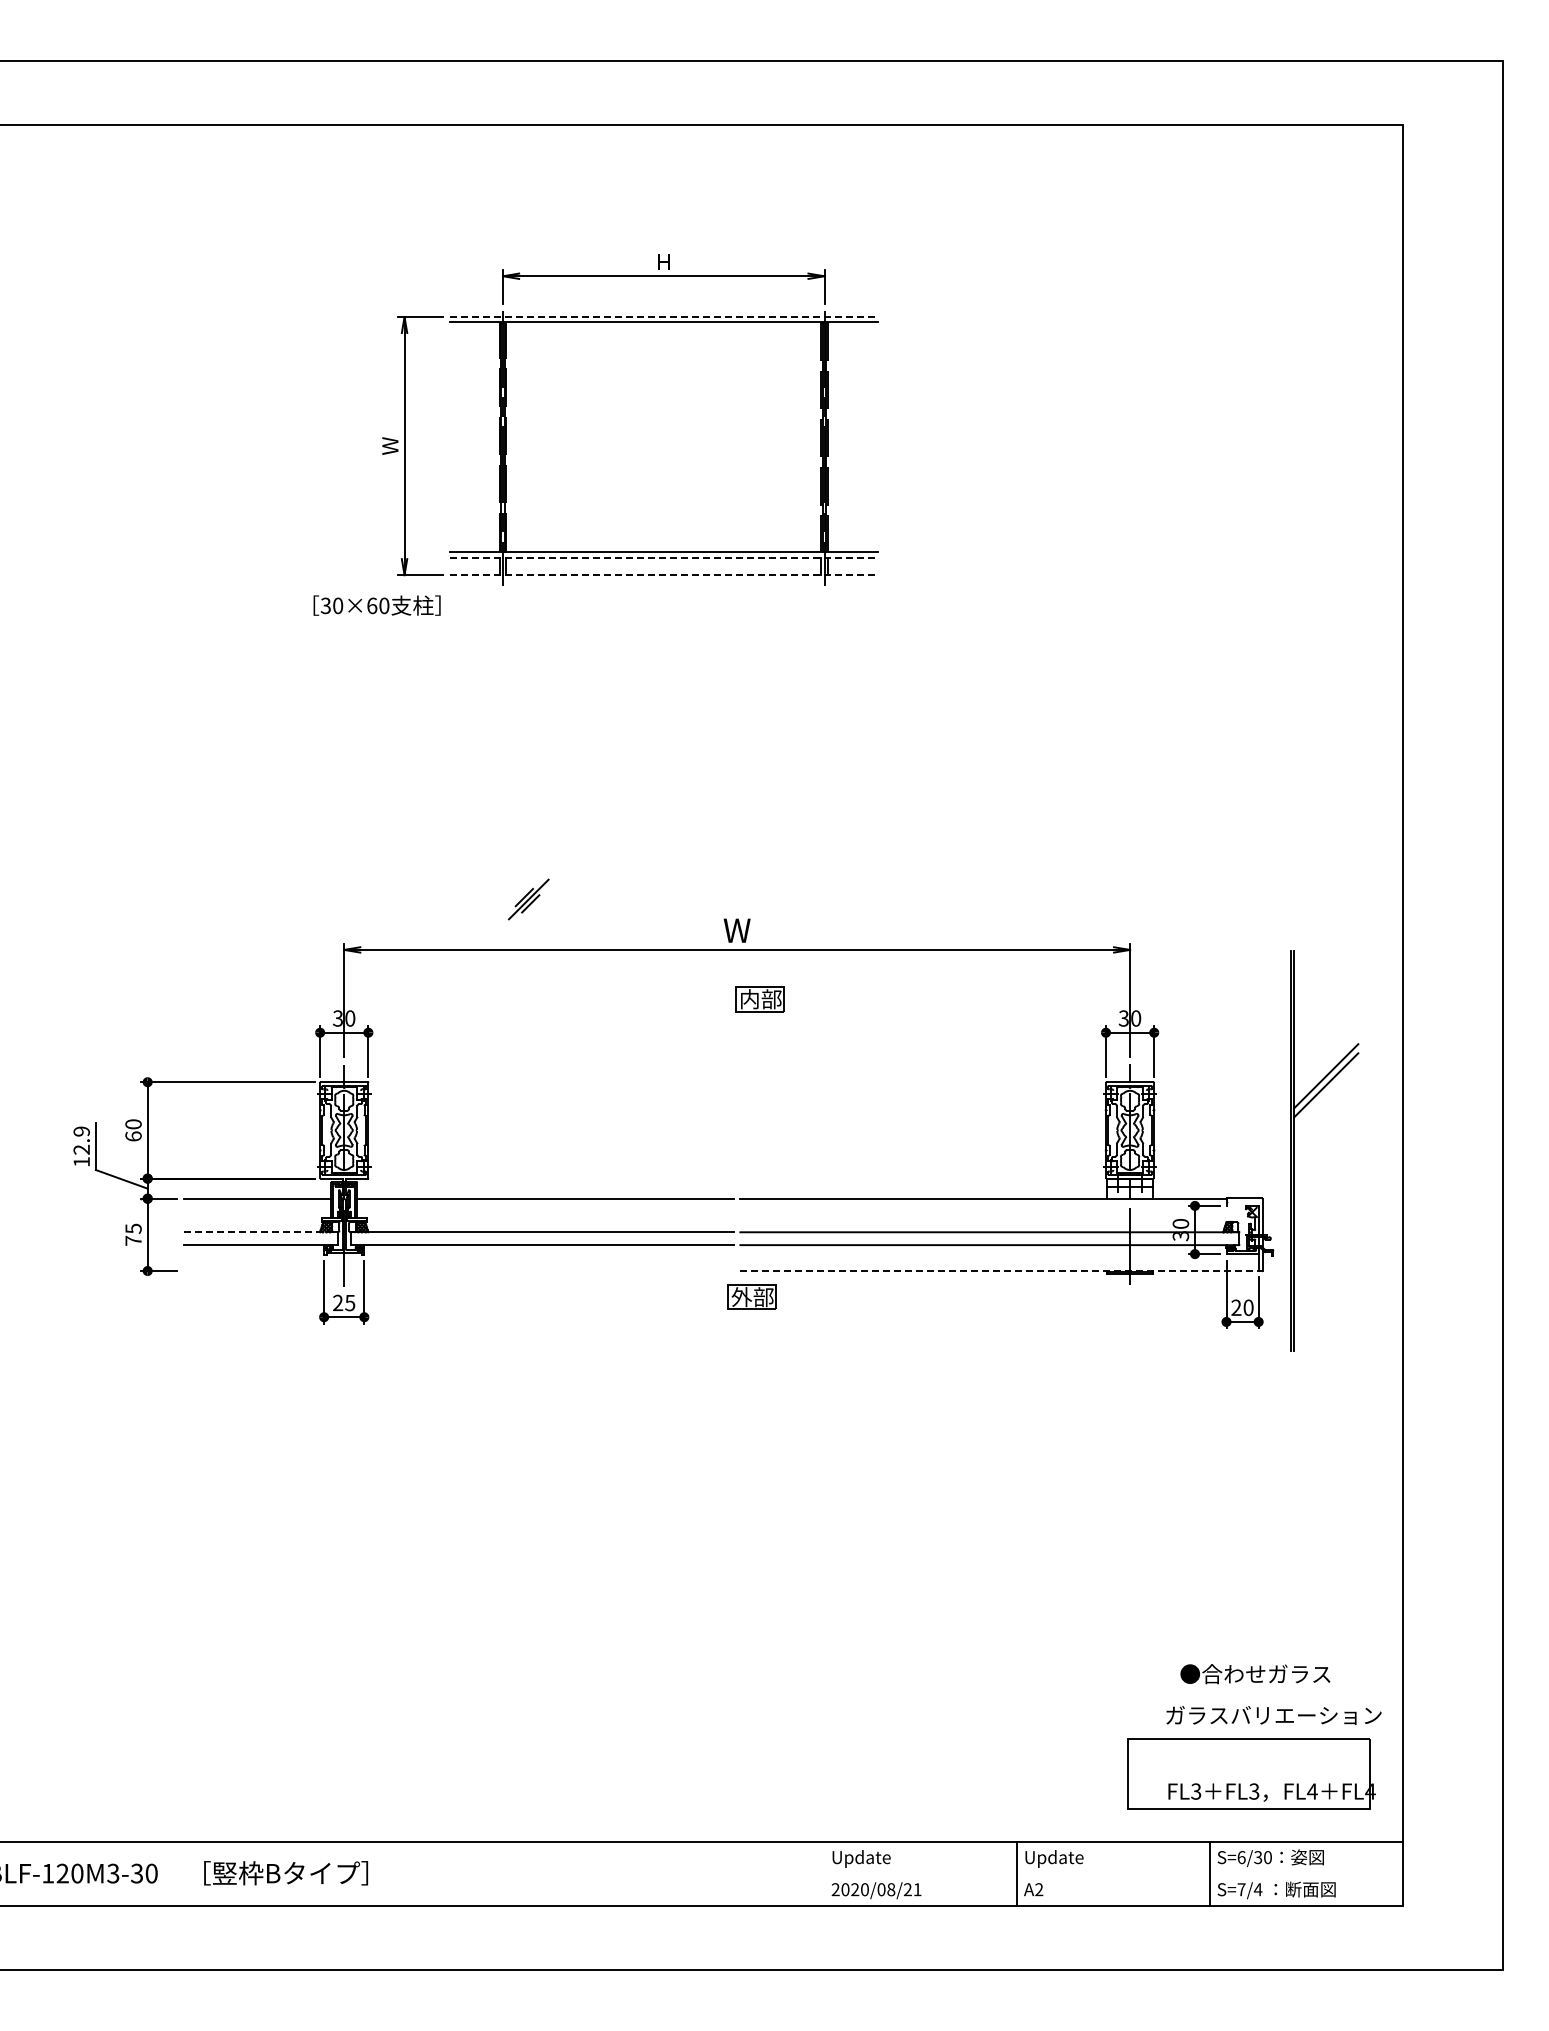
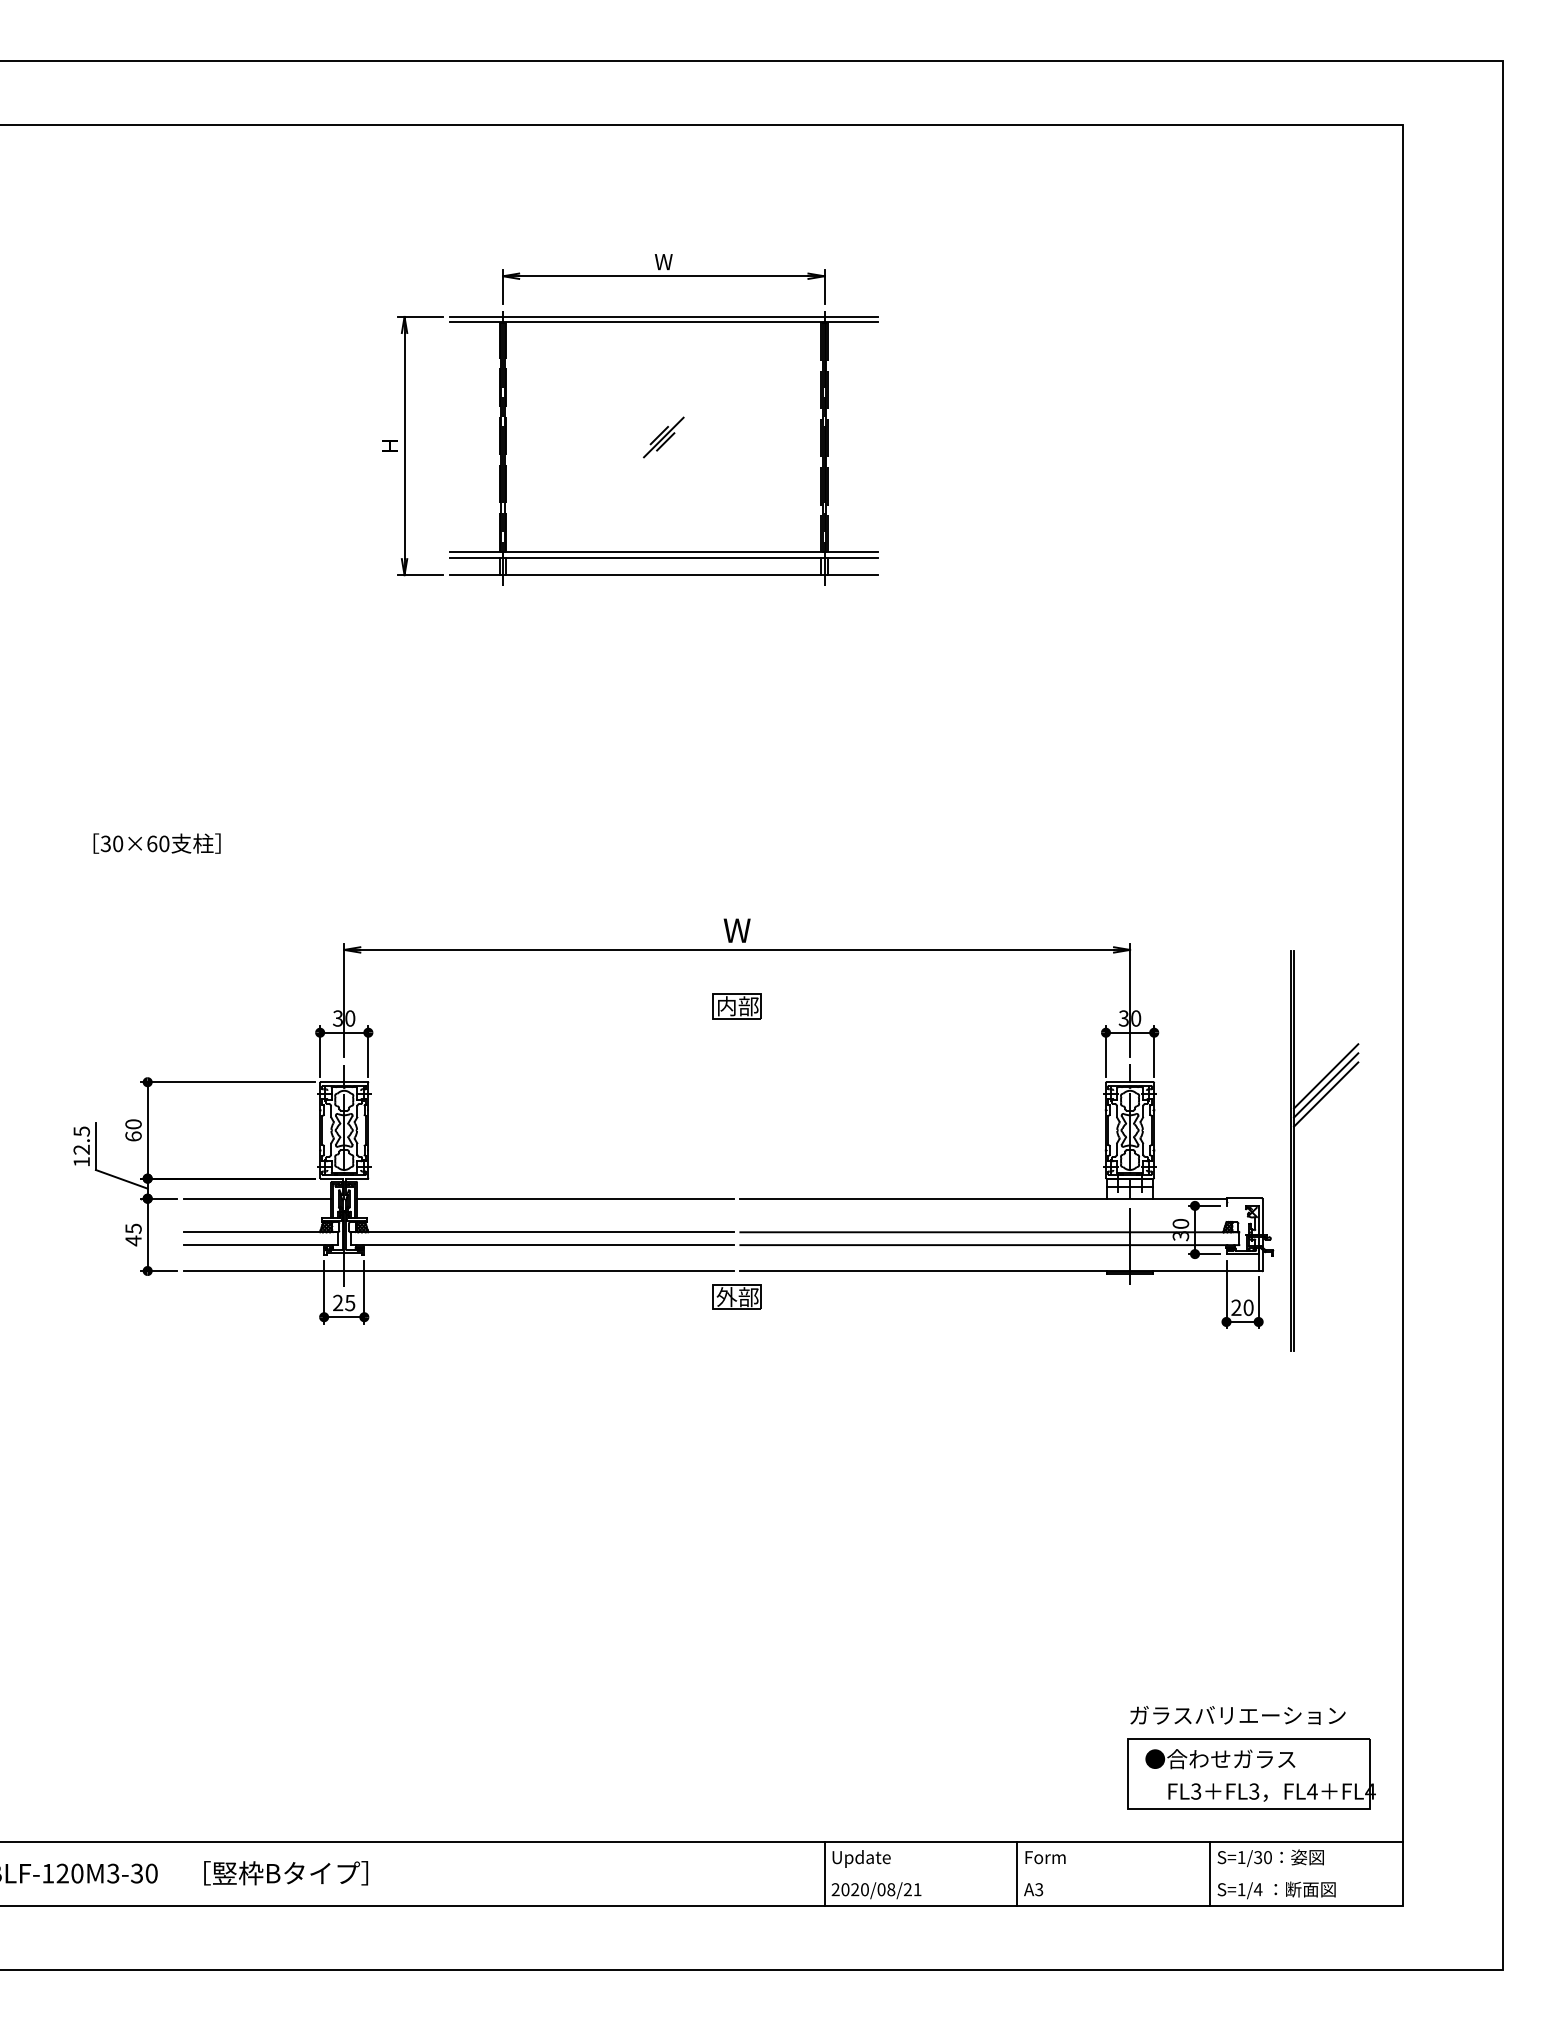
text at (663, 262): H -> W
line at (664, 316): dashed -> solid
text at (390, 445): W -> H
line at (664, 558): dashed -> solid
line at (664, 575): dashed -> solid
text at (376, 605) position: (376, 605) -> (156, 843)
part at (528, 899) position: (528, 899) -> (663, 437)
part at (759, 999) position: (759, 999) -> (736, 1006)
line at (1325, 1094): none -> present
text at (81, 1131): 12.9 -> 12.5
line at (261, 1232): dashed -> solid
text at (133, 1240): 75 -> 45
line at (458, 1271): none -> present
line at (1000, 1271): dashed -> solid
part at (751, 1296) position: (751, 1296) -> (736, 1296)
text at (1255, 1674) position: (1255, 1674) -> (1220, 1759)
text at (1273, 1715) position: (1273, 1715) -> (1237, 1715)
text at (1241, 1857): S=6/30 -> S=1/30
text at (1054, 1858): Update -> Form
line at (824, 1873): none -> present
text at (1039, 1889): A2 -> A3
text at (1241, 1889): S=7/4 -> S=1/4
